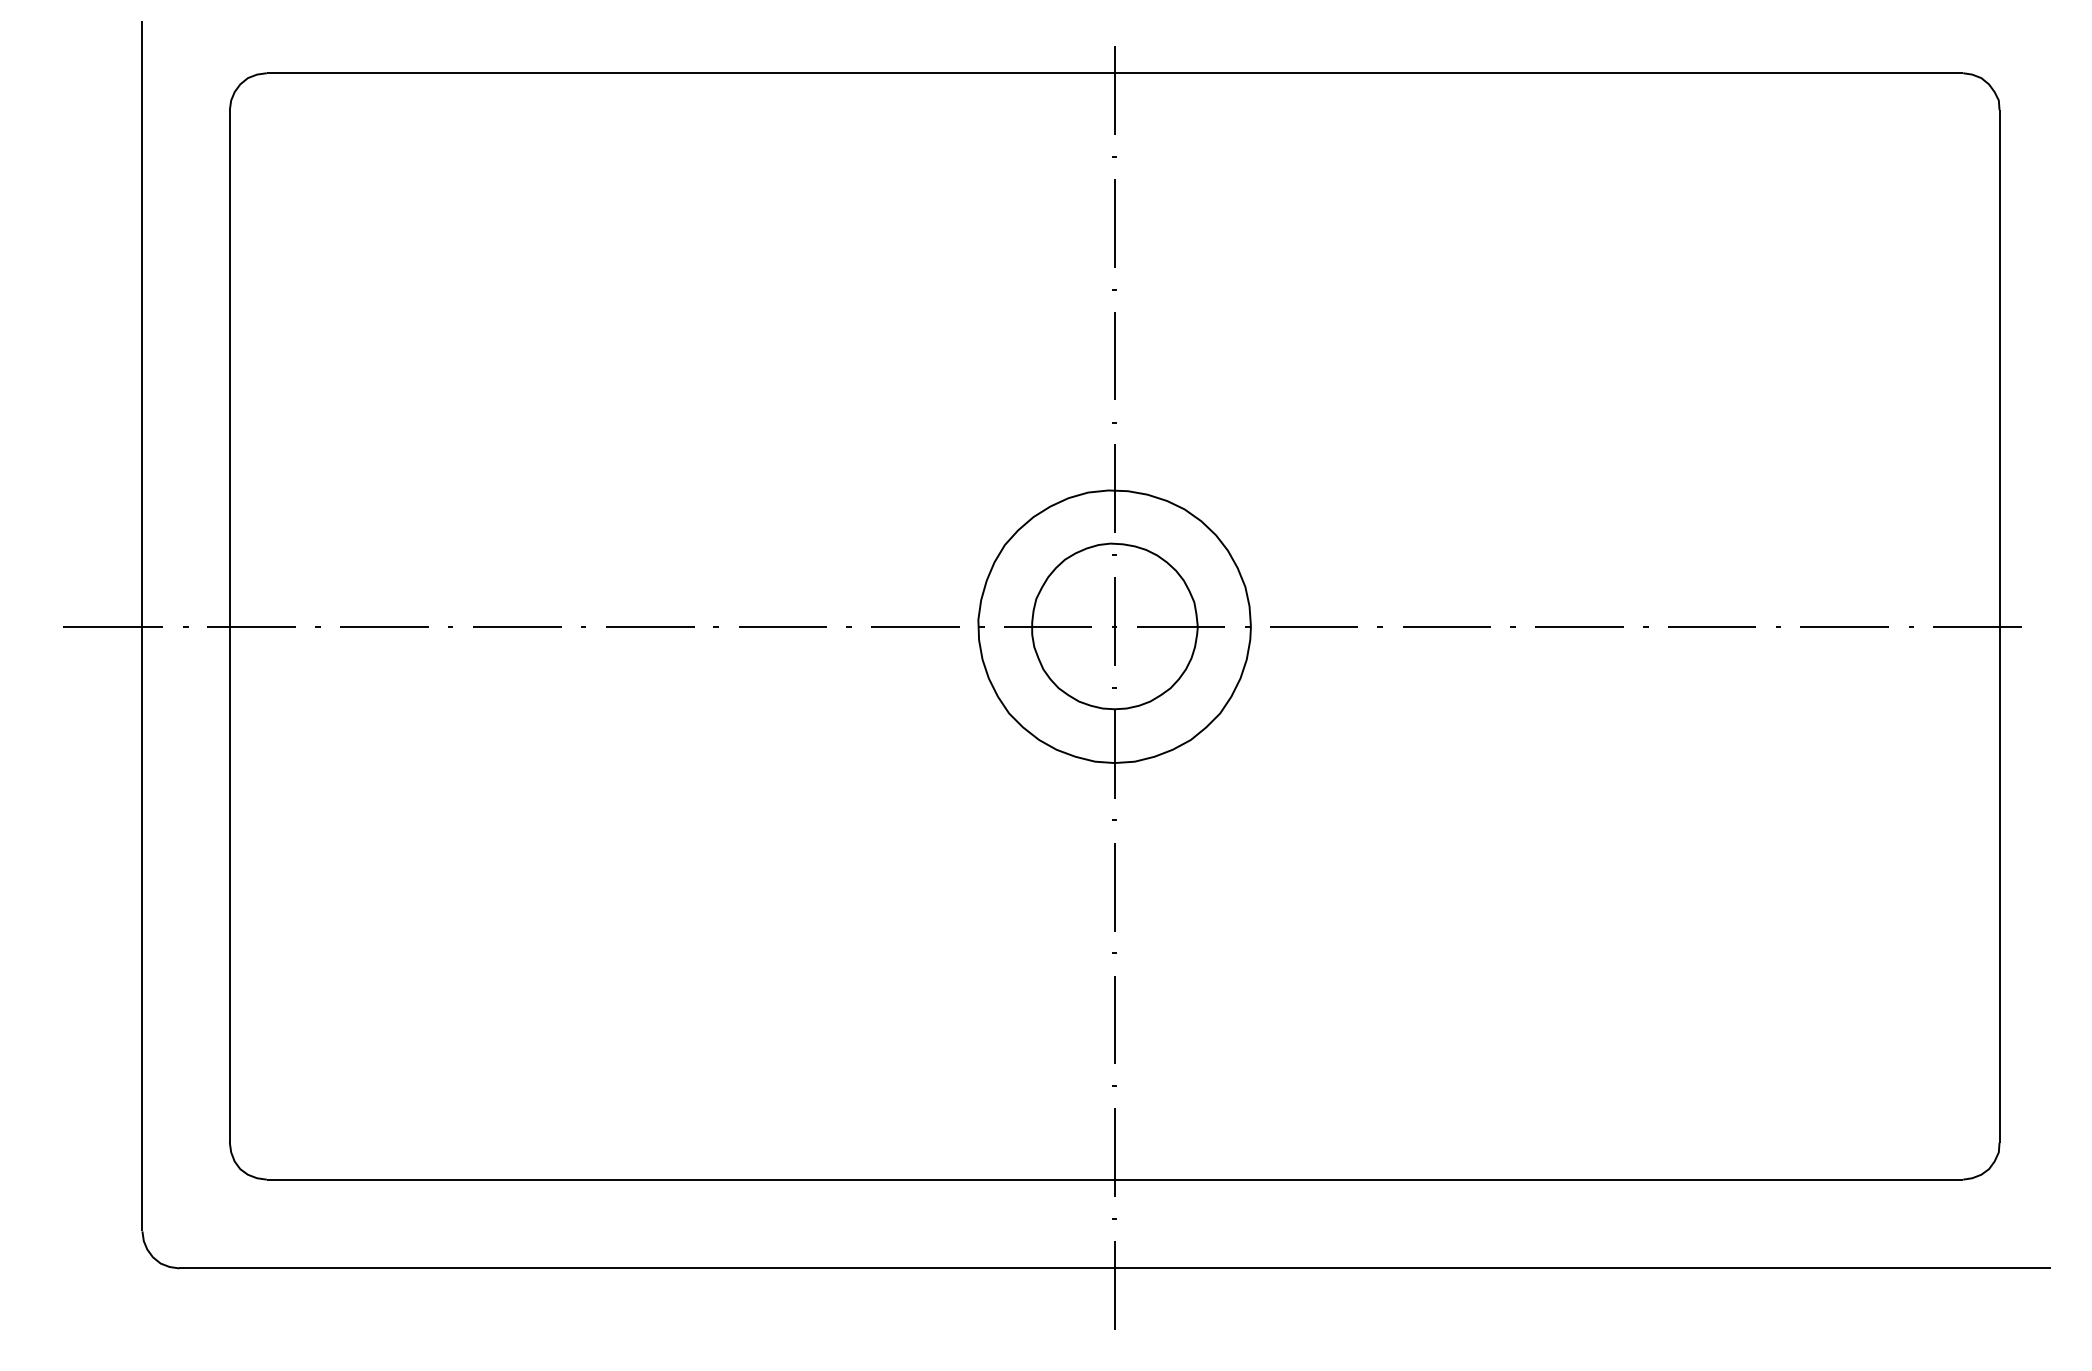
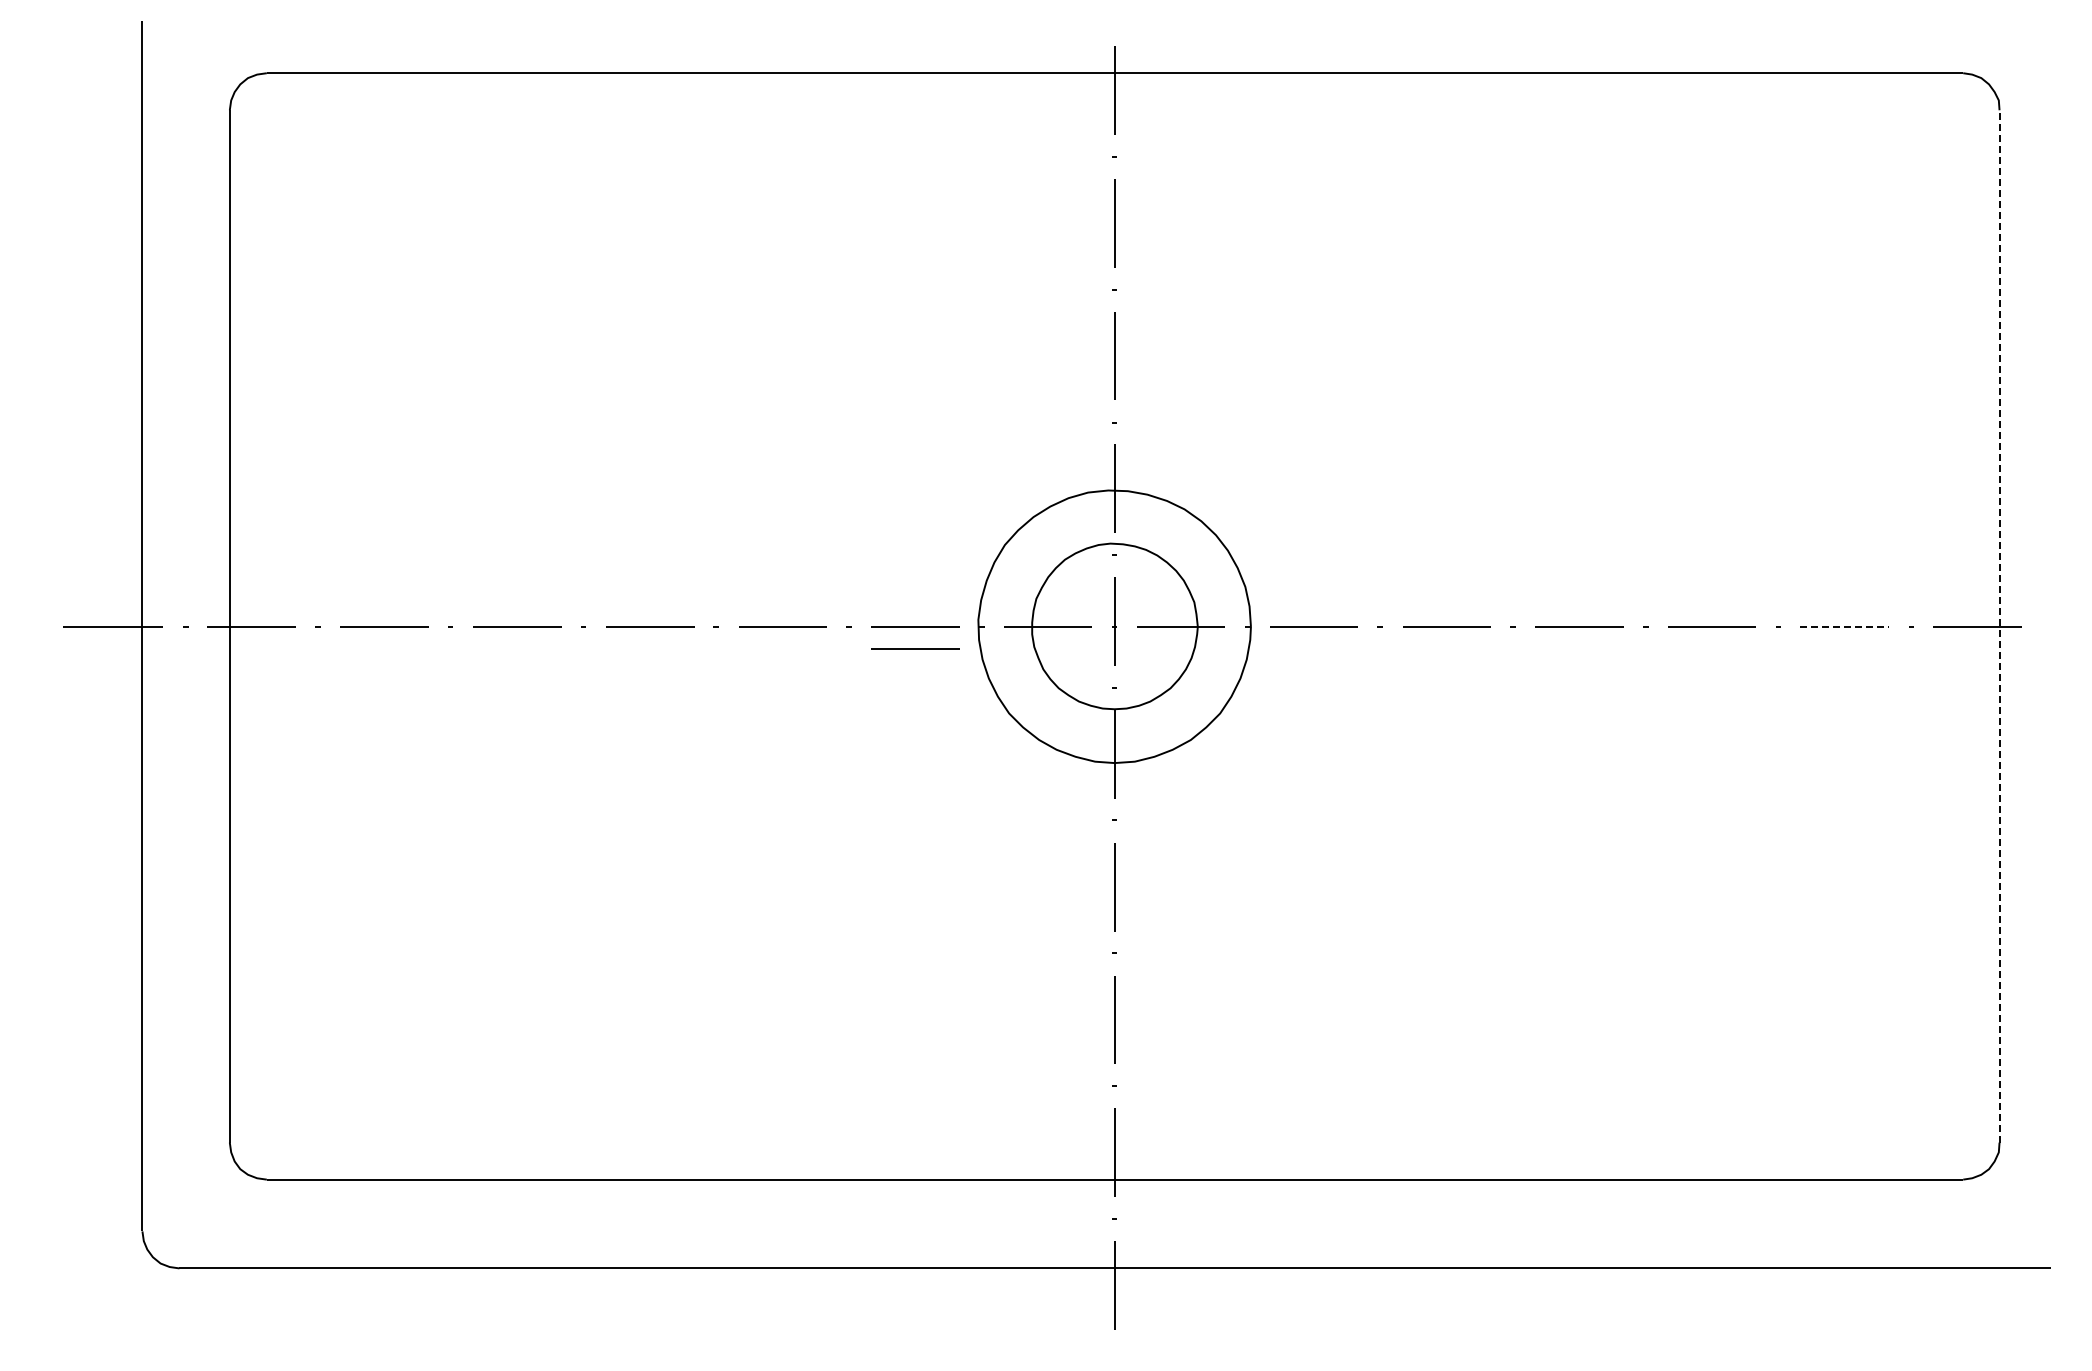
line at (1999, 625): solid -> dashed
line at (1845, 626): solid -> dashed
line at (915, 648): none -> present
